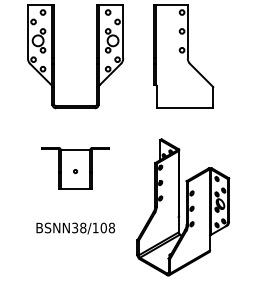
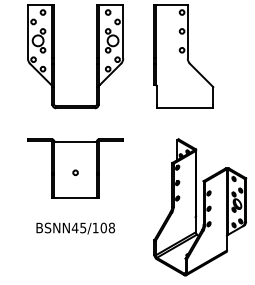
part at (75, 168) size: 69x43 px -> 97x61 px
part at (183, 207) position: (183, 207) -> (200, 207)
text at (78, 227): BSNN38/108 -> BSNN45/108
